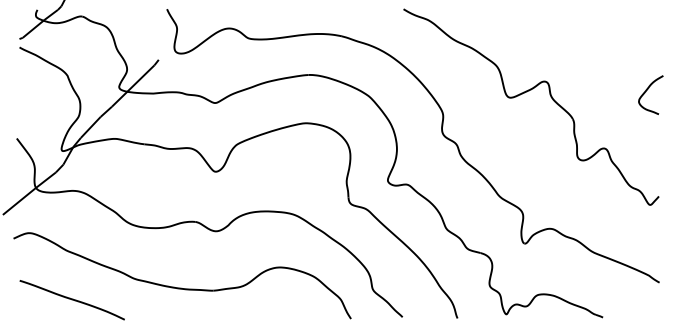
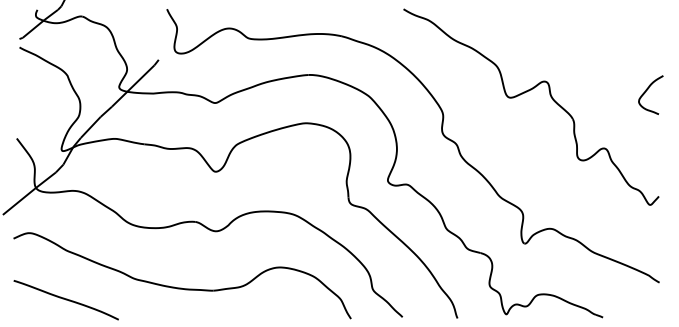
curve at (71, 300) position: (71, 300) -> (65, 300)
